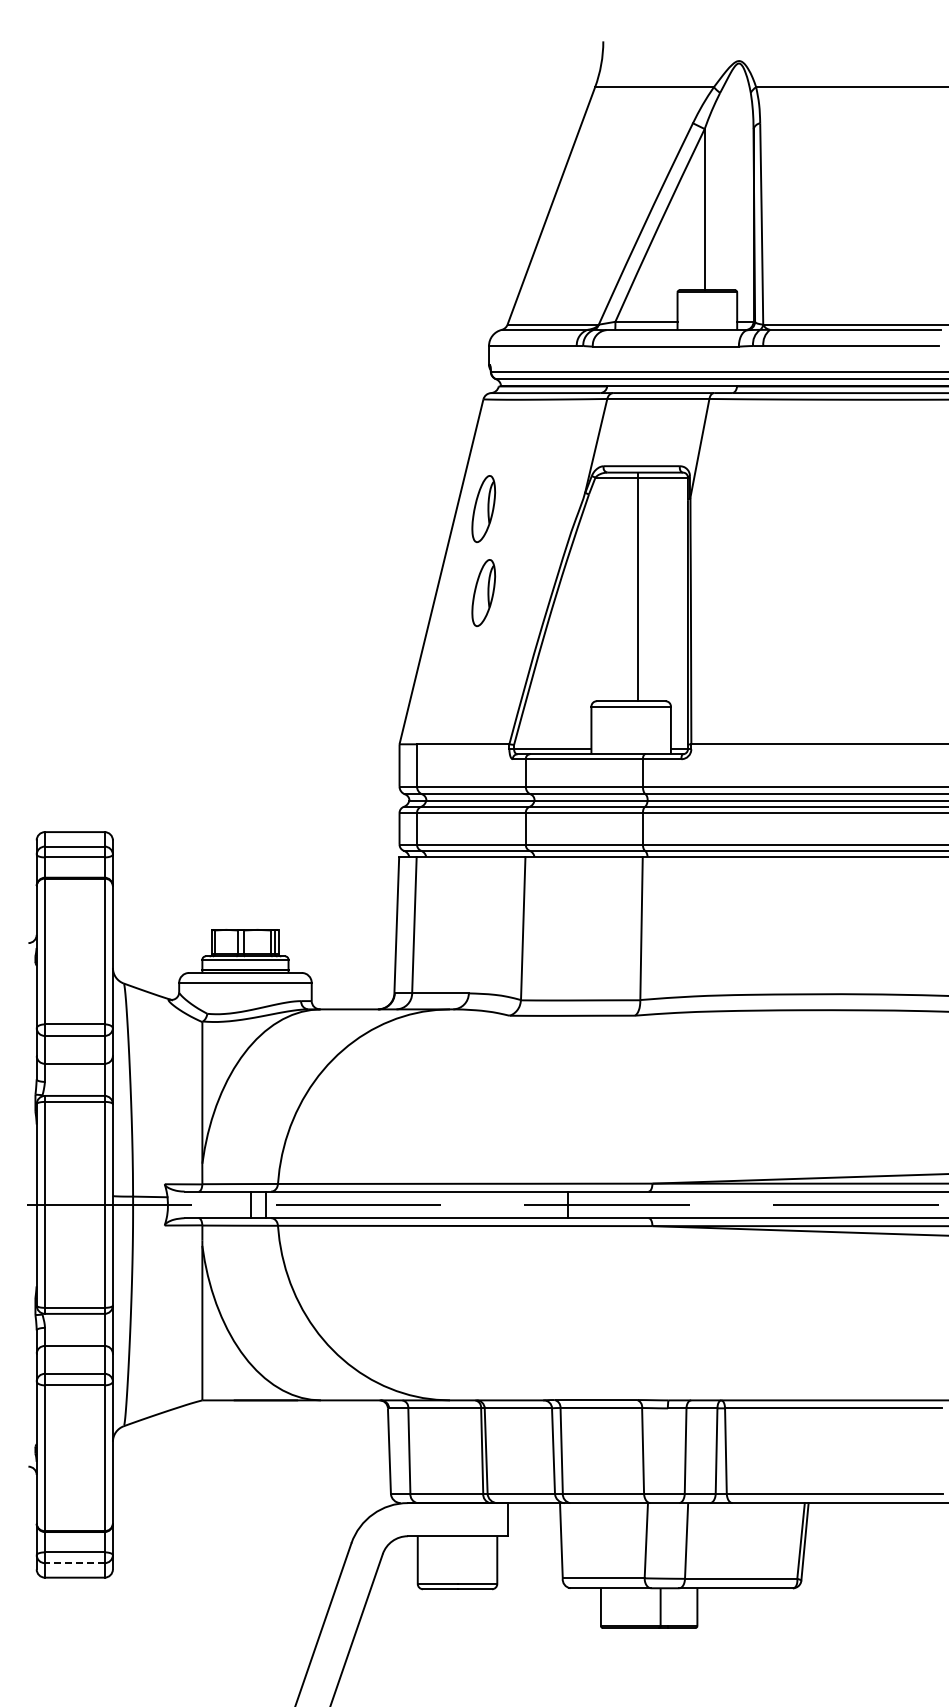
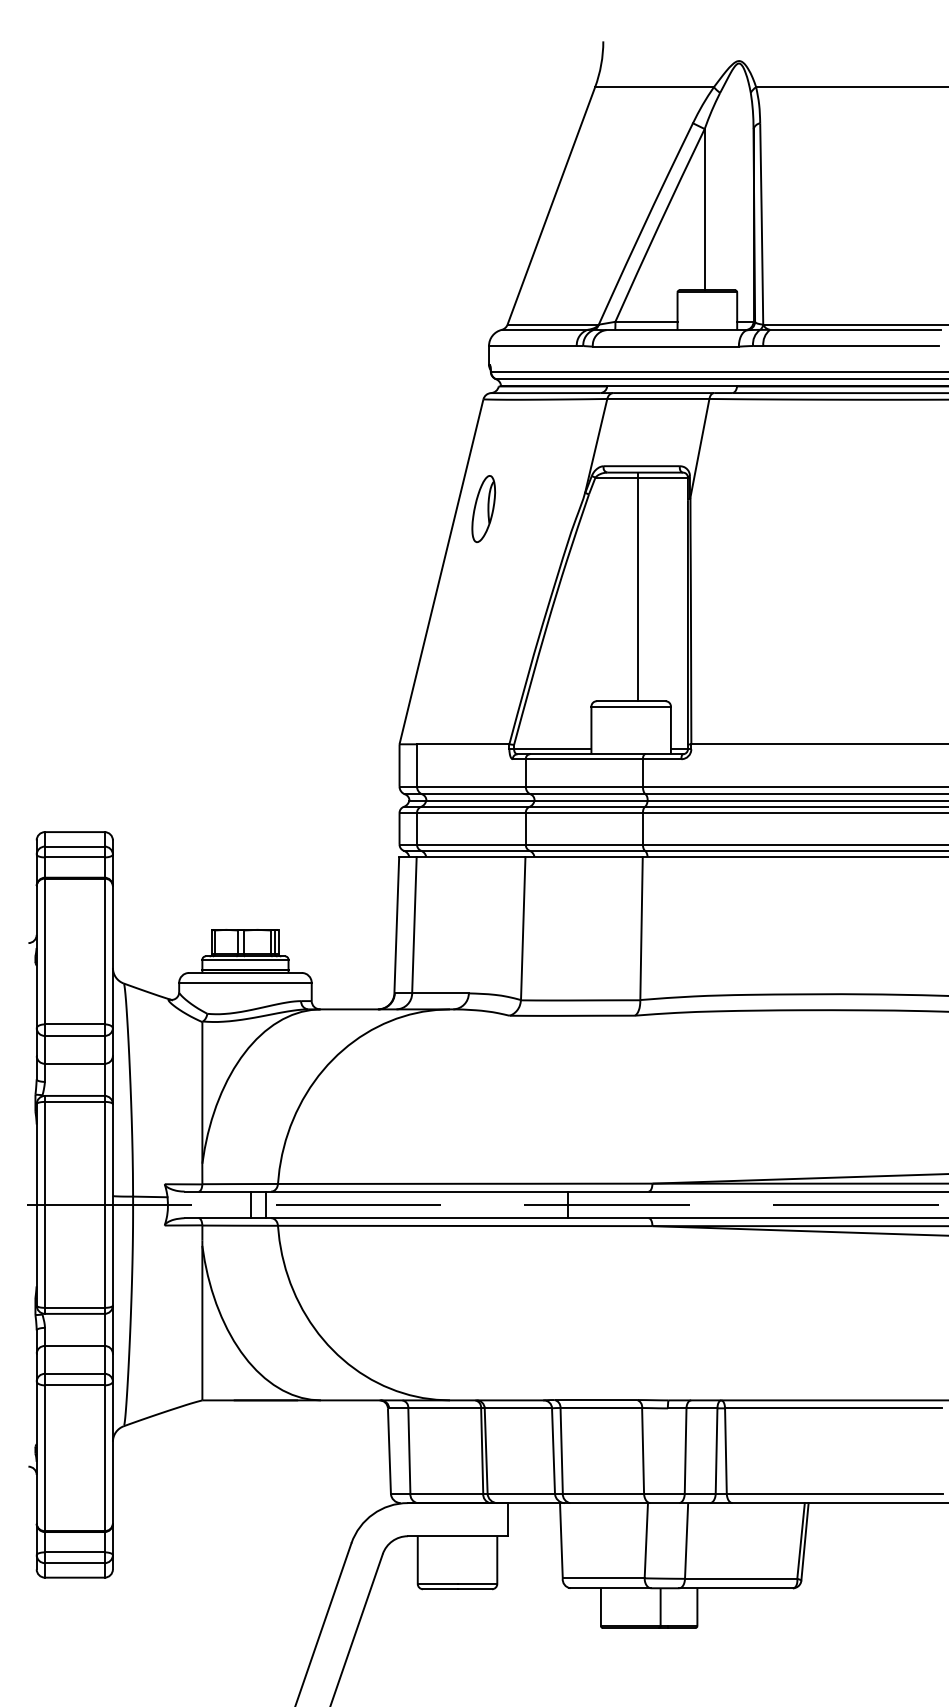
part at (483, 592): present -> none
line at (74, 1563): dashed -> solid
